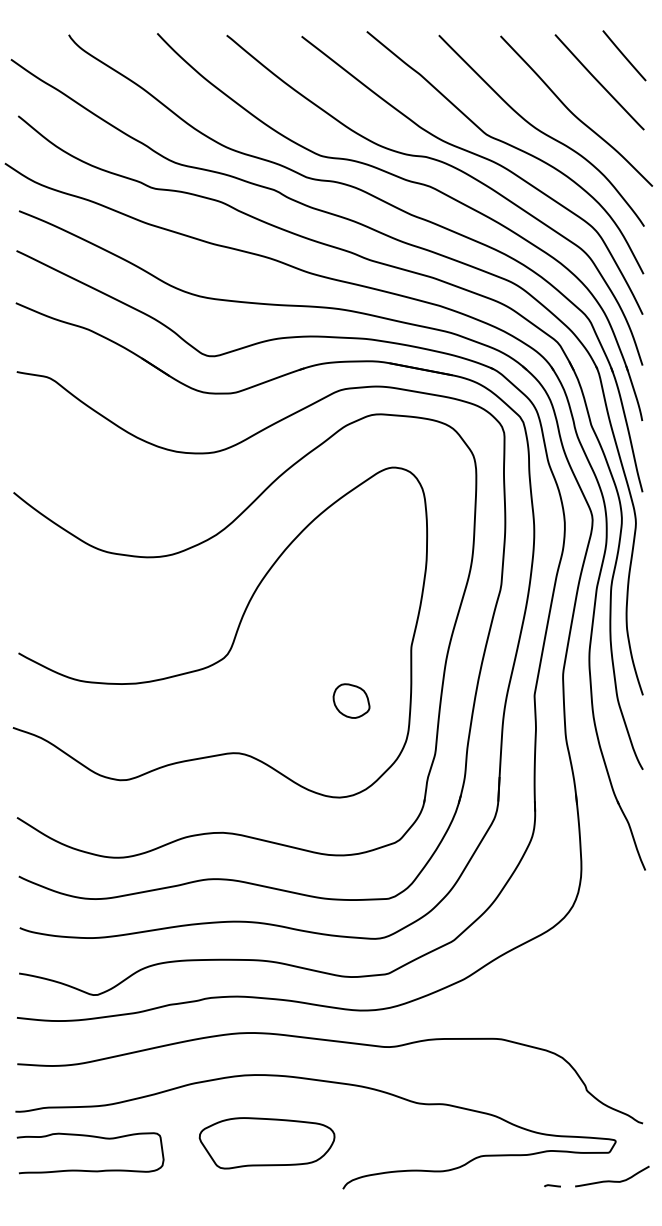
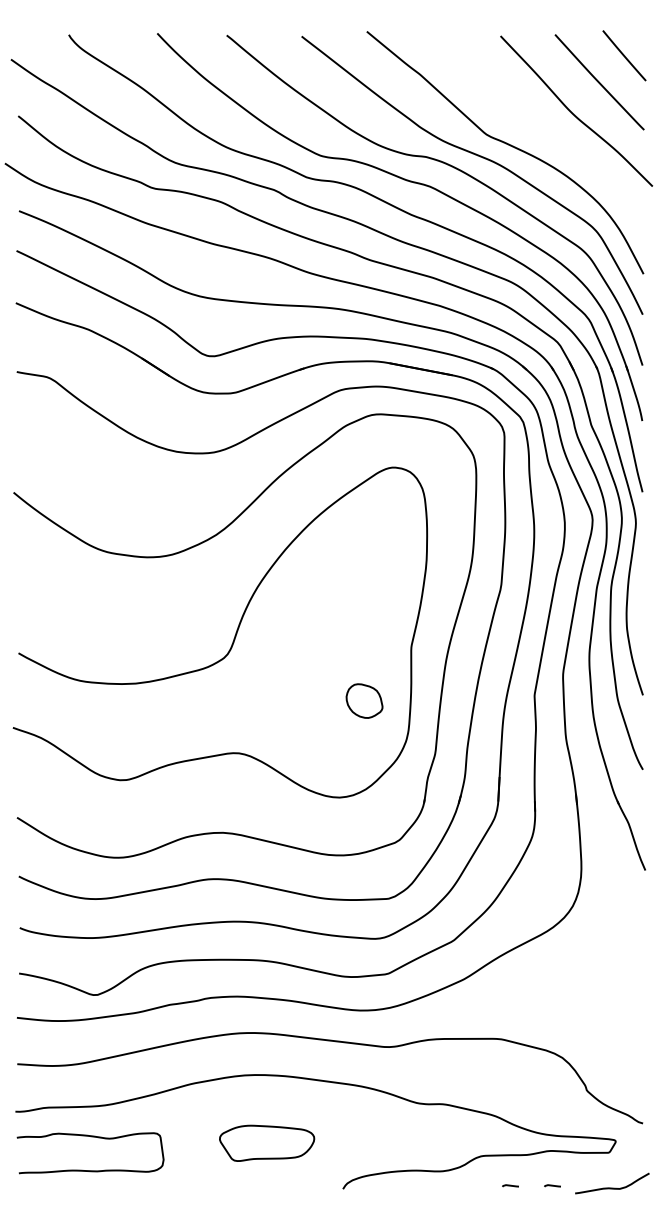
curve at (541, 130): present -> none
part at (351, 700) position: (351, 700) -> (364, 700)
part at (266, 1143) size: 138x53 px -> 97x38 px
curve at (612, 1180) position: (612, 1180) -> (612, 1187)
curve at (510, 1185): none -> present
